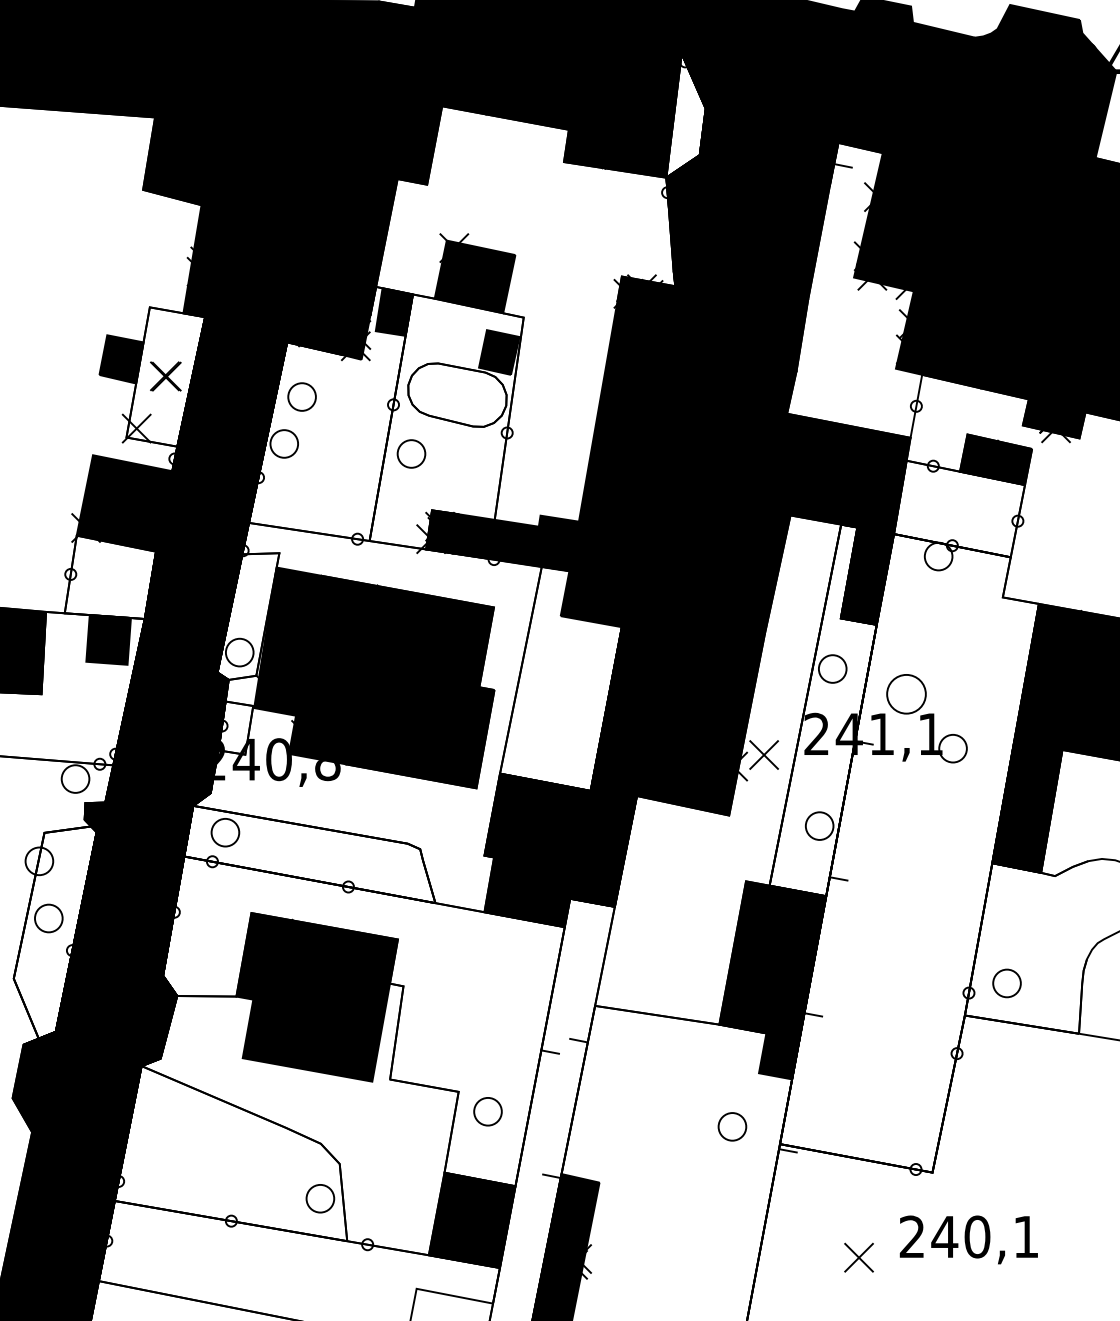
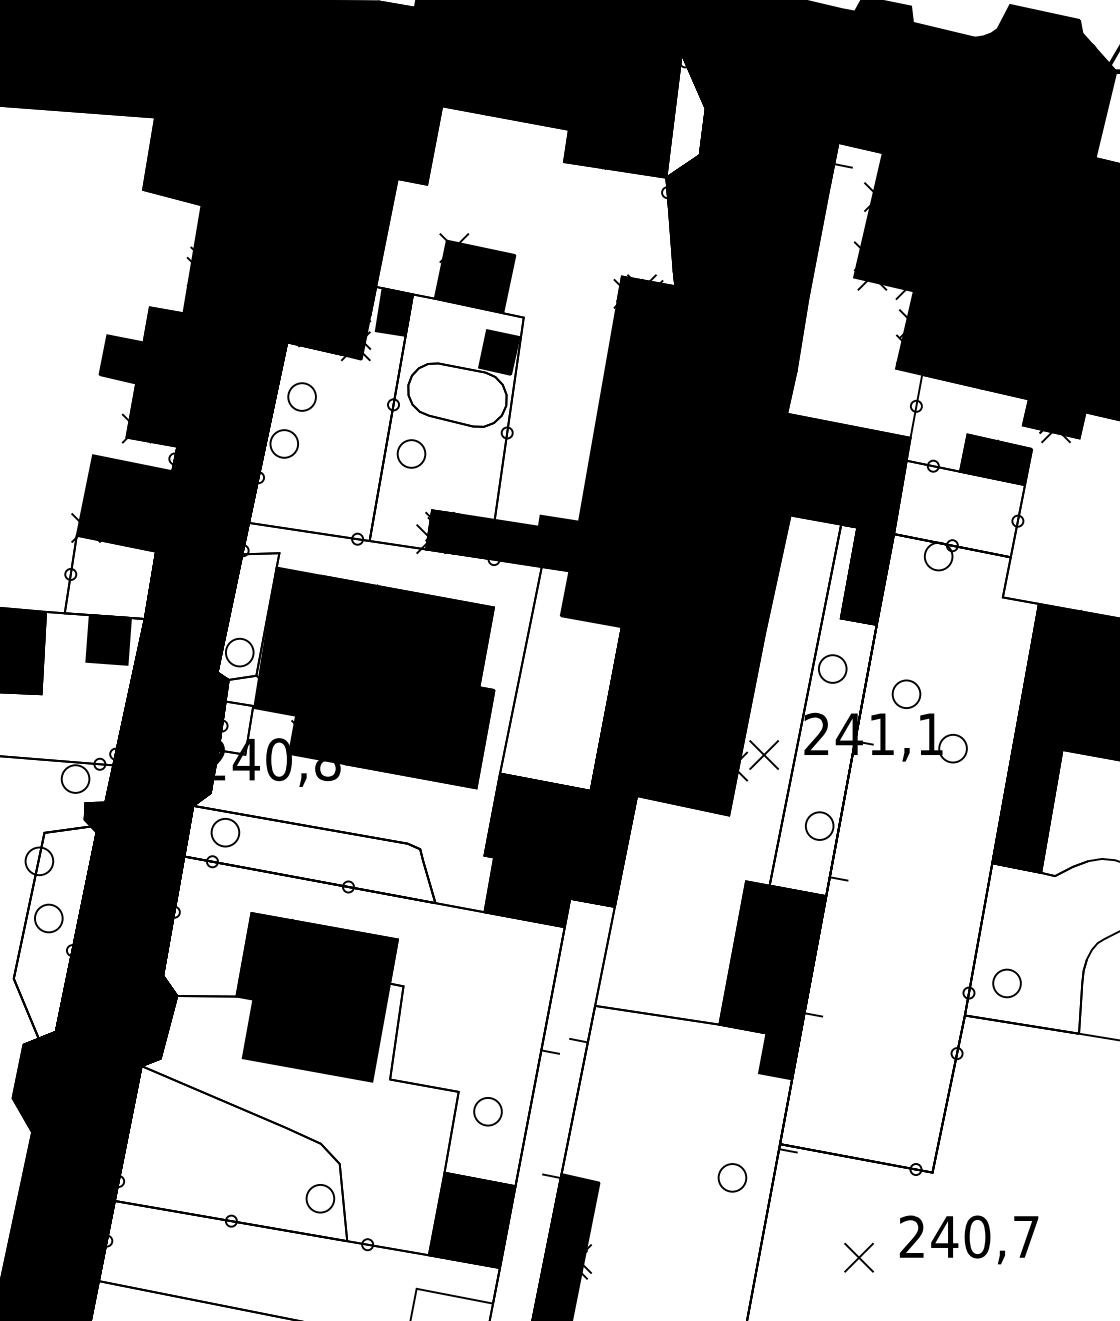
fill at (165, 376): none -> present
circle at (906, 693) diameter: 39 px -> 28 px
circle at (732, 1126) position: (732, 1126) -> (732, 1177)
text at (1026, 1236): 240,1 -> 240,7
